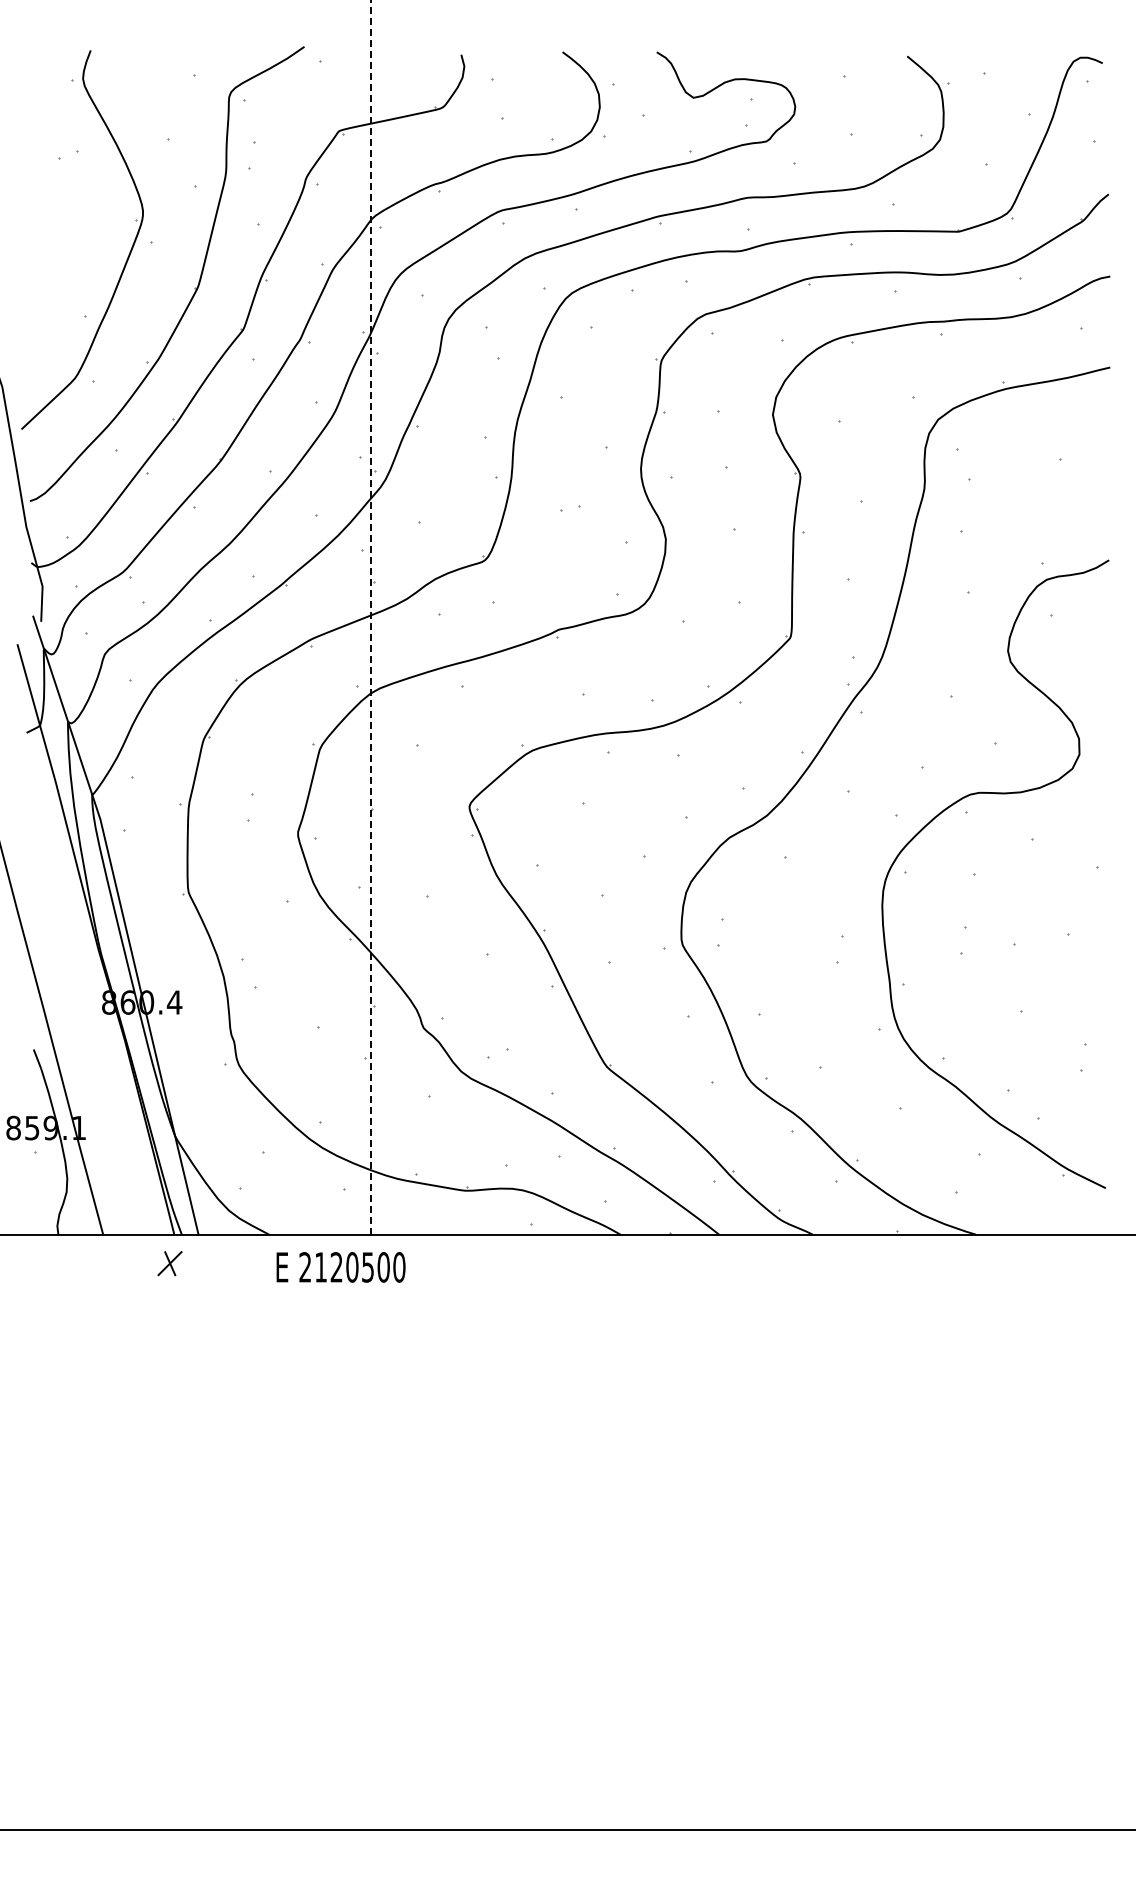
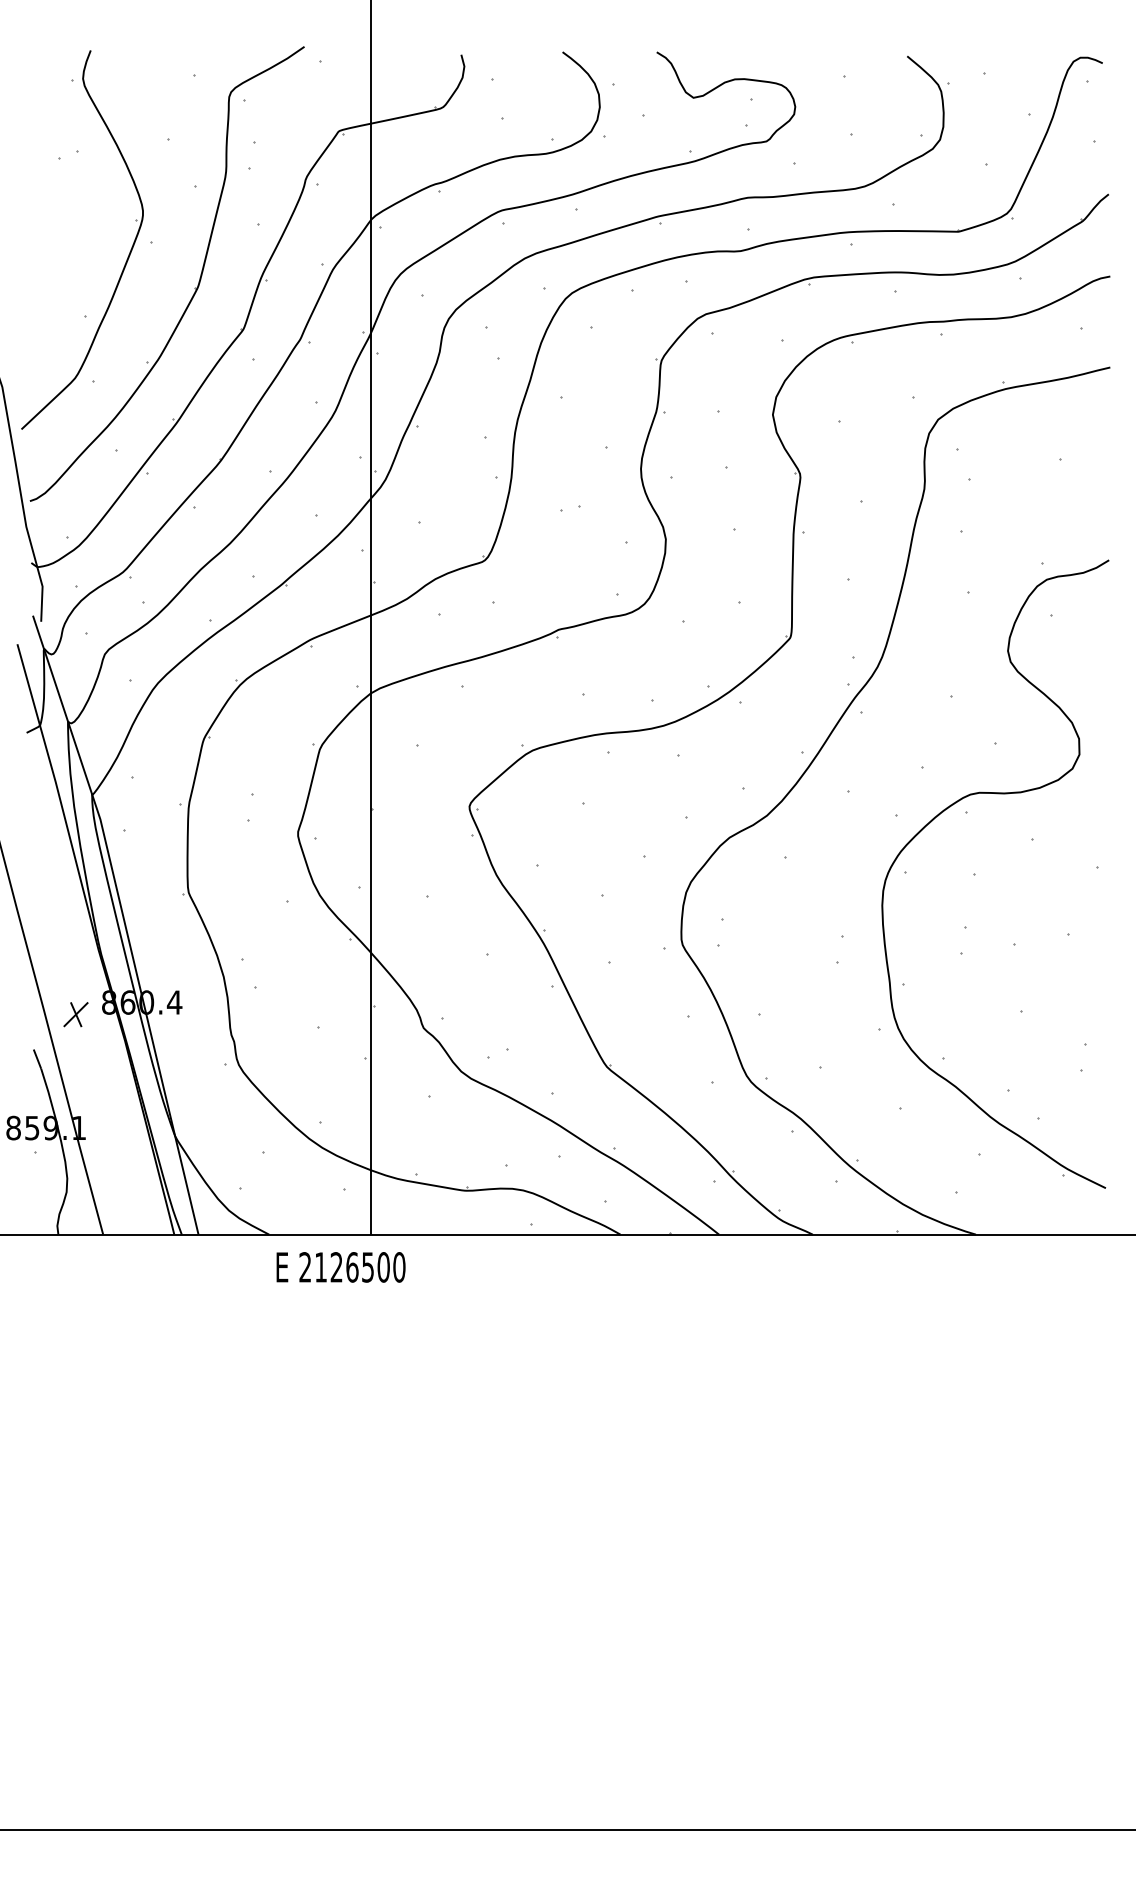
line at (371, 617): dashed -> solid
part at (169, 1263) position: (169, 1263) -> (75, 1014)
text at (352, 1267): 2120500 -> 2126500
